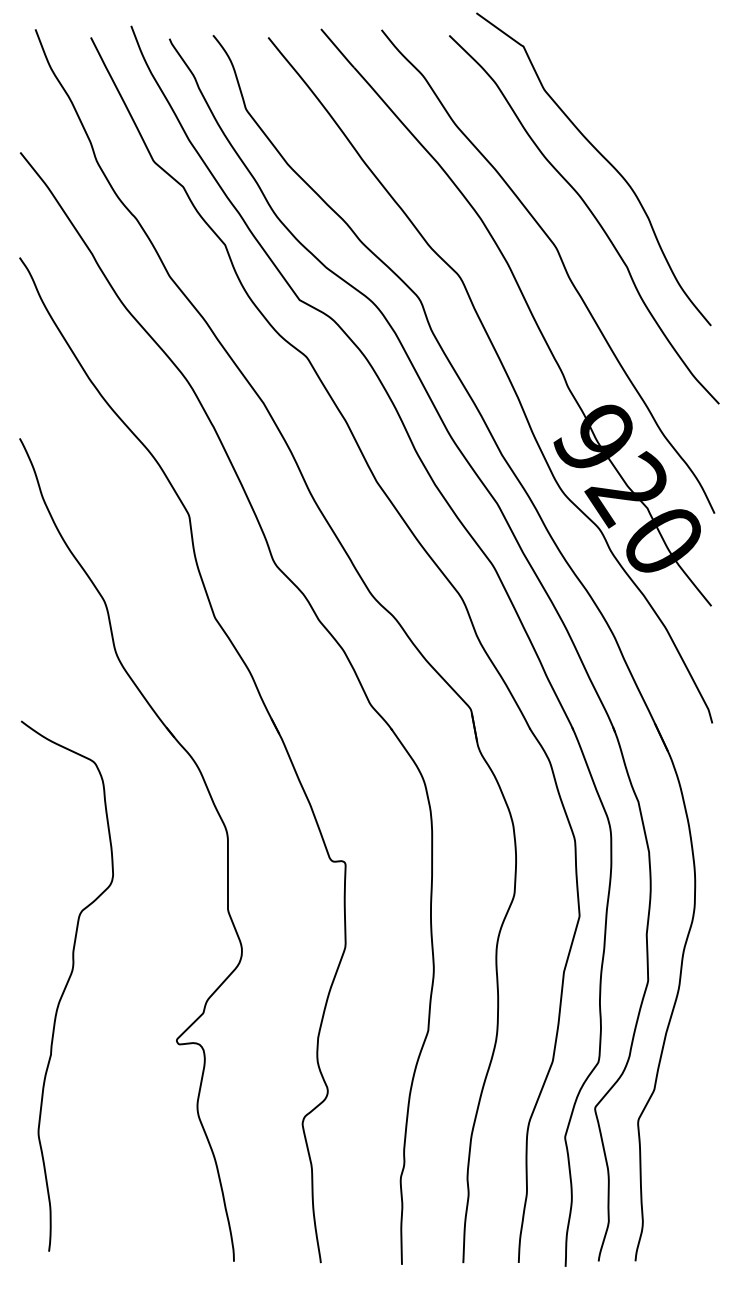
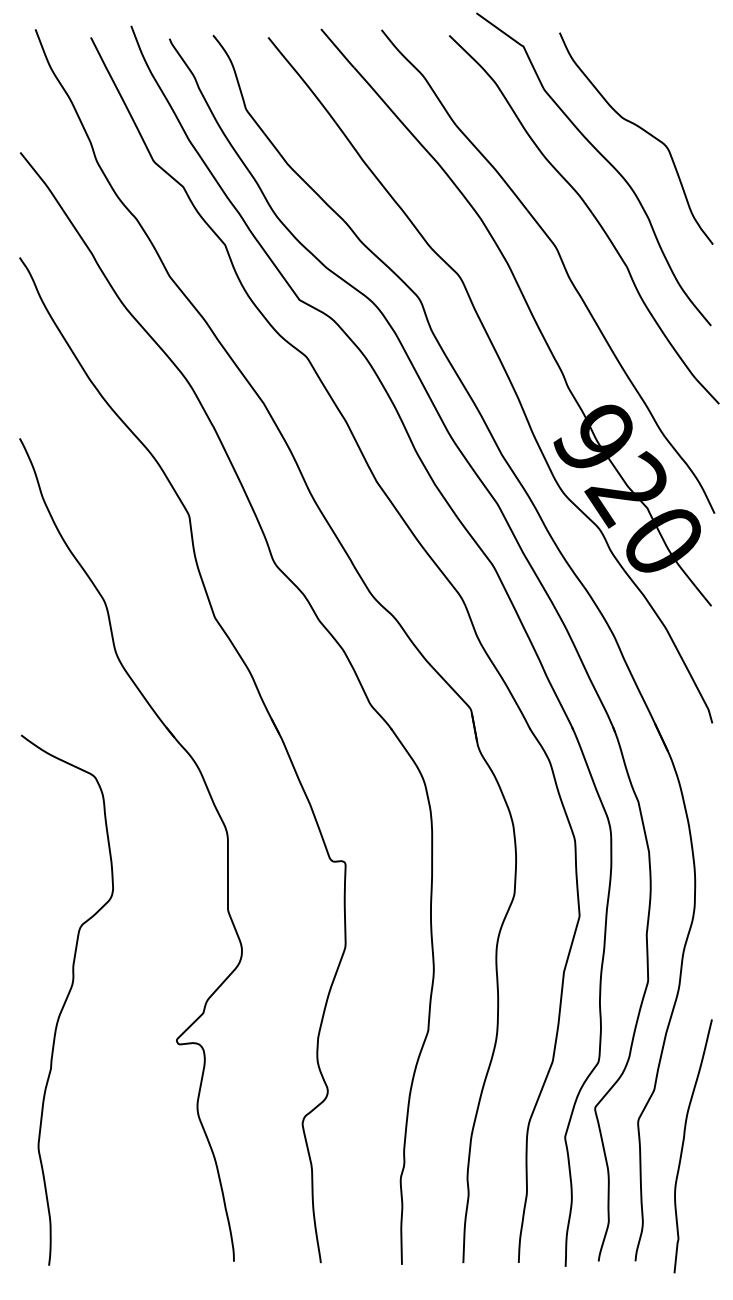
curve at (642, 130): none -> present
curve at (67, 985) position: (67, 985) -> (67, 999)
curve at (684, 1142): none -> present
